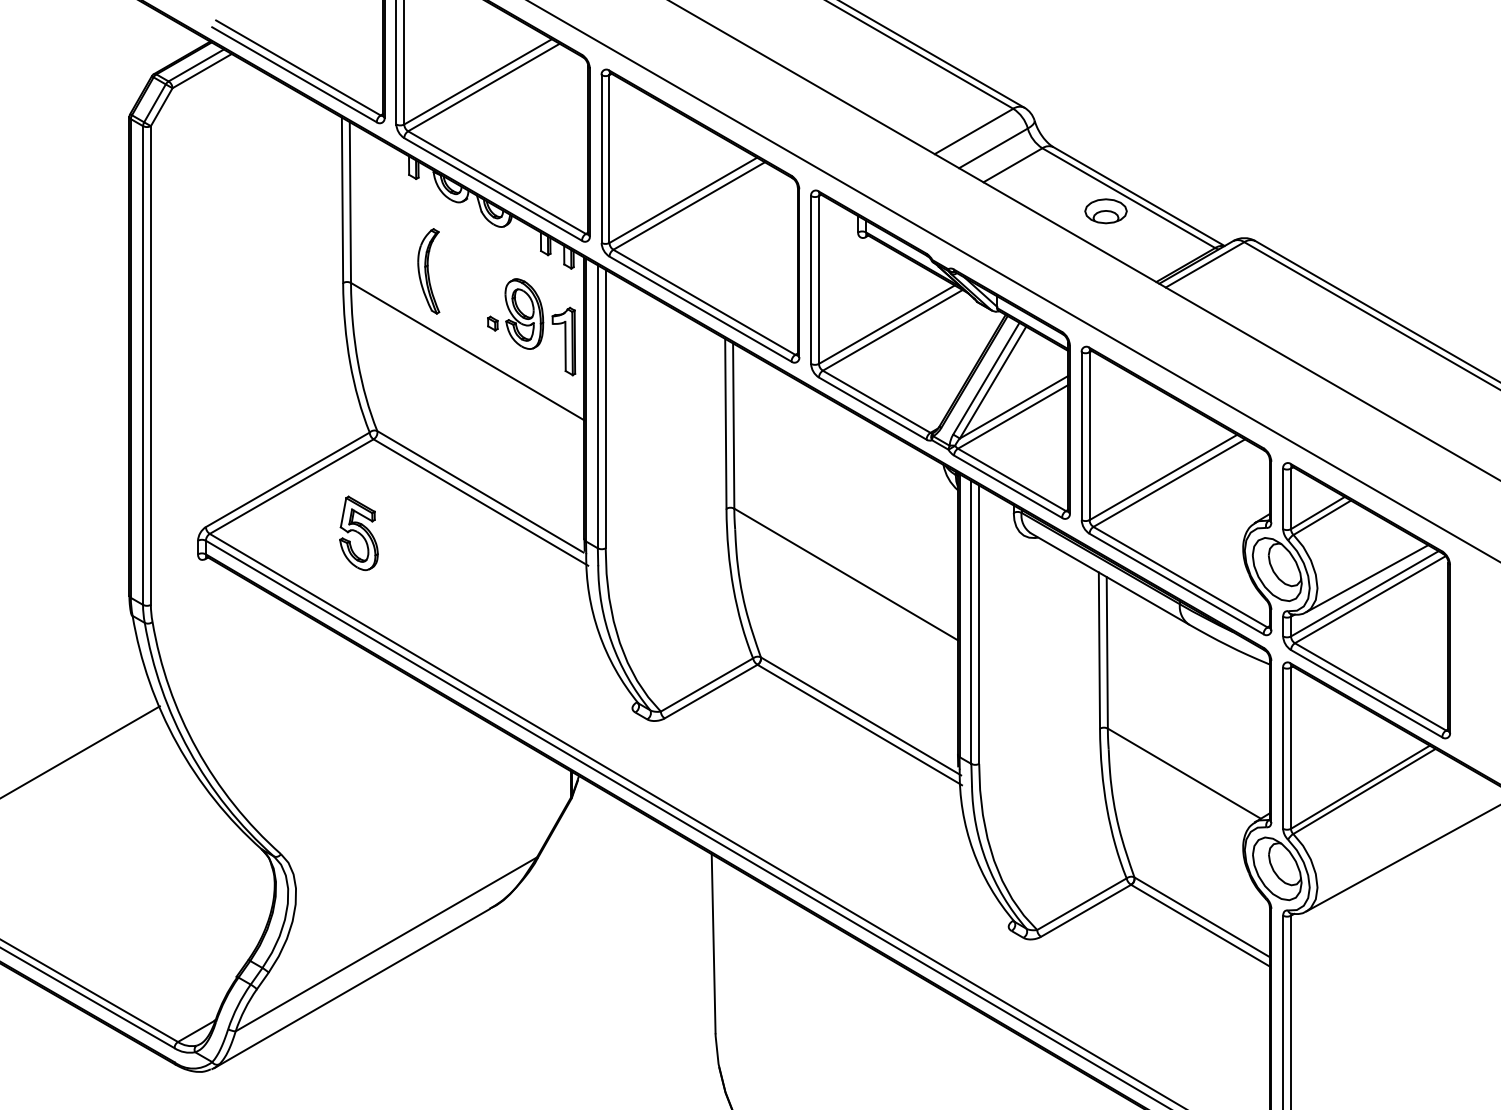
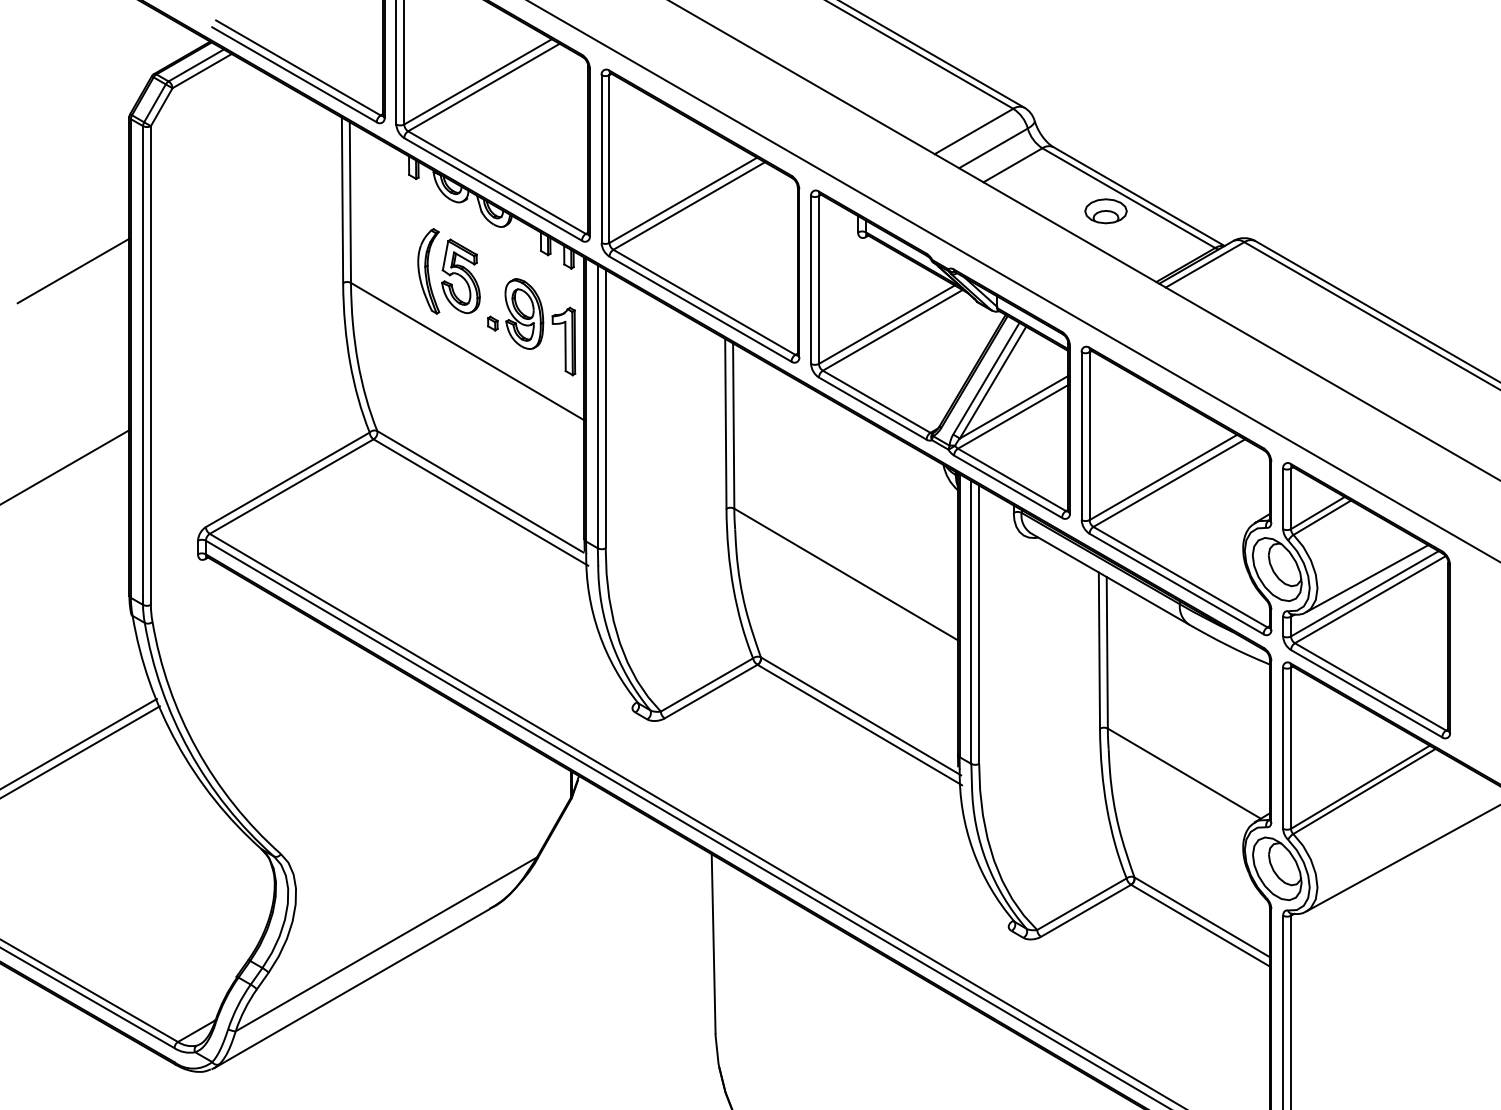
line at (73, 270): none -> present
line at (65, 466): none -> present
part at (358, 533) position: (358, 533) -> (460, 276)
line at (79, 743): none -> present
